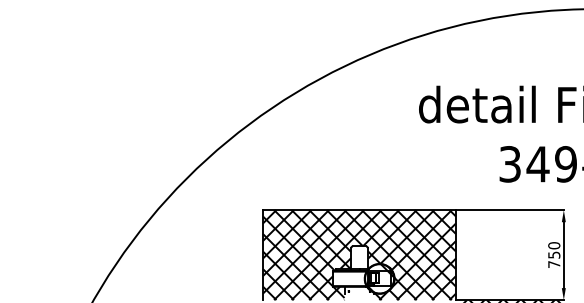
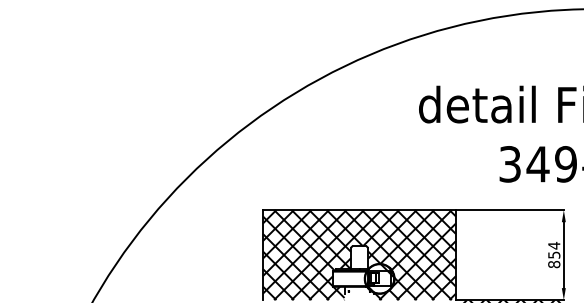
text at (554, 254): 750 -> 854
